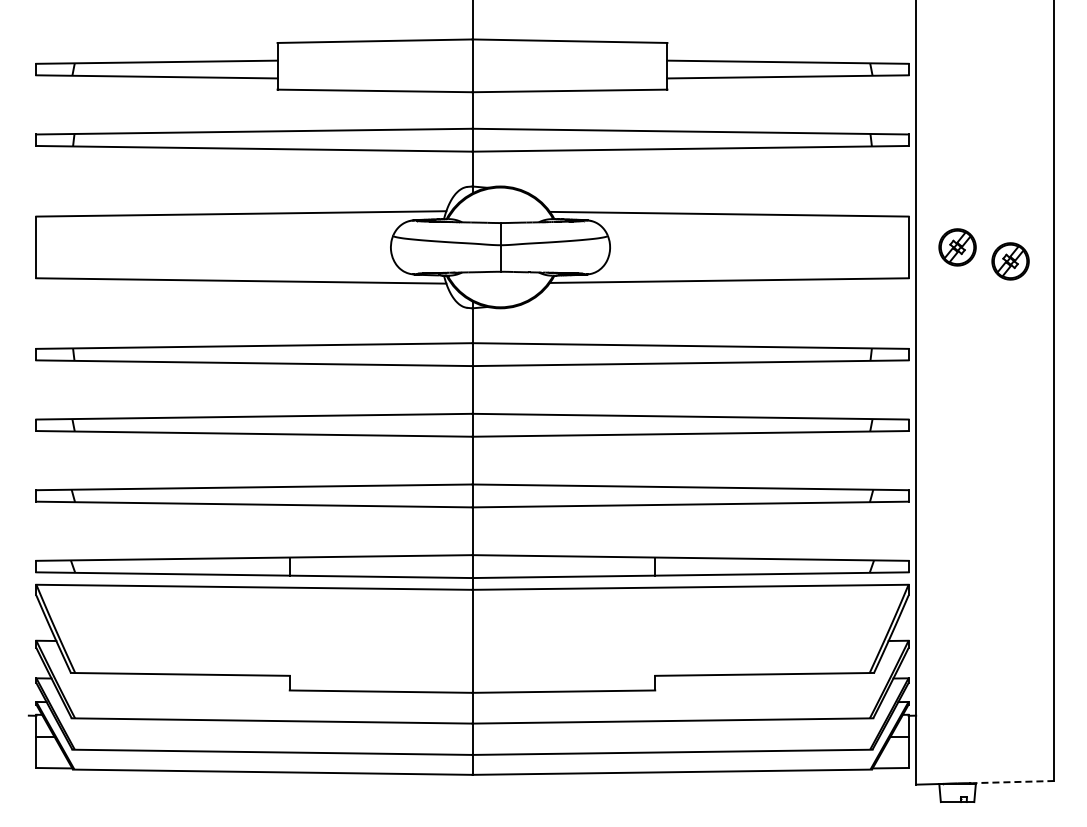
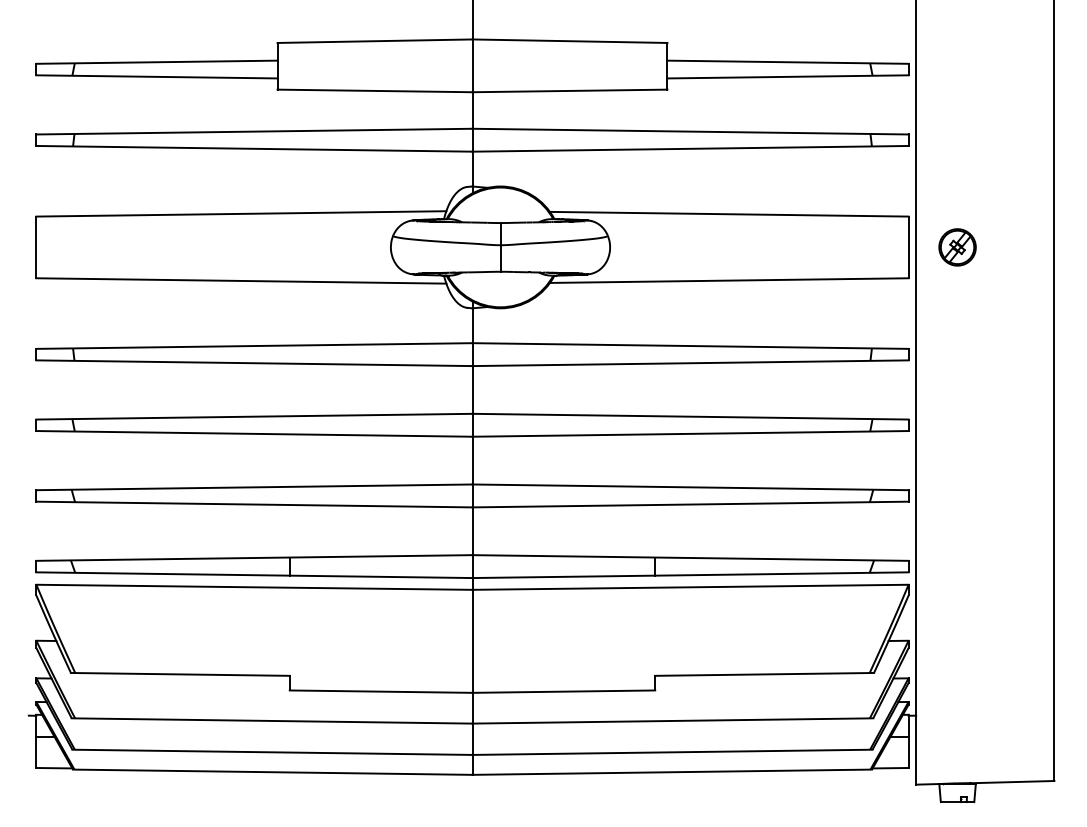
part at (1010, 261): present -> none
line at (1012, 782): dashed -> solid
